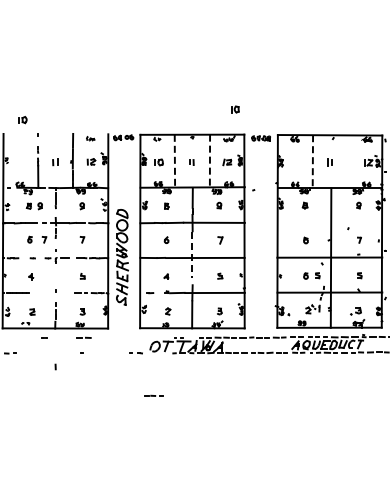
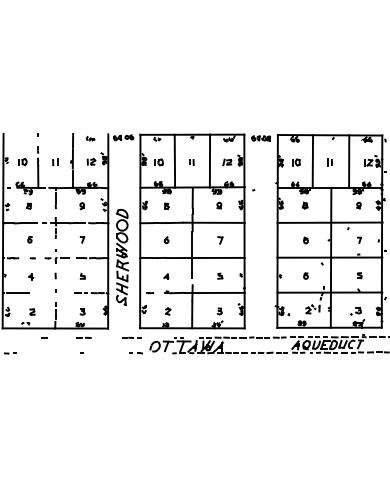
part at (235, 109) position: (235, 109) -> (296, 162)
part at (22, 120) position: (22, 120) -> (22, 162)
line at (174, 161): dashed -> solid
line at (209, 161): dashed -> solid
line at (349, 161): none -> present
line at (312, 162): dashed -> solid
part at (39, 206): present -> none
line at (329, 222): none -> present
part at (44, 239): present -> none
line at (192, 255): dashed -> solid
part at (317, 275): present -> none
line at (55, 366) position: (55, 366) -> (55, 275)
line at (153, 395) position: (153, 395) -> (131, 337)
